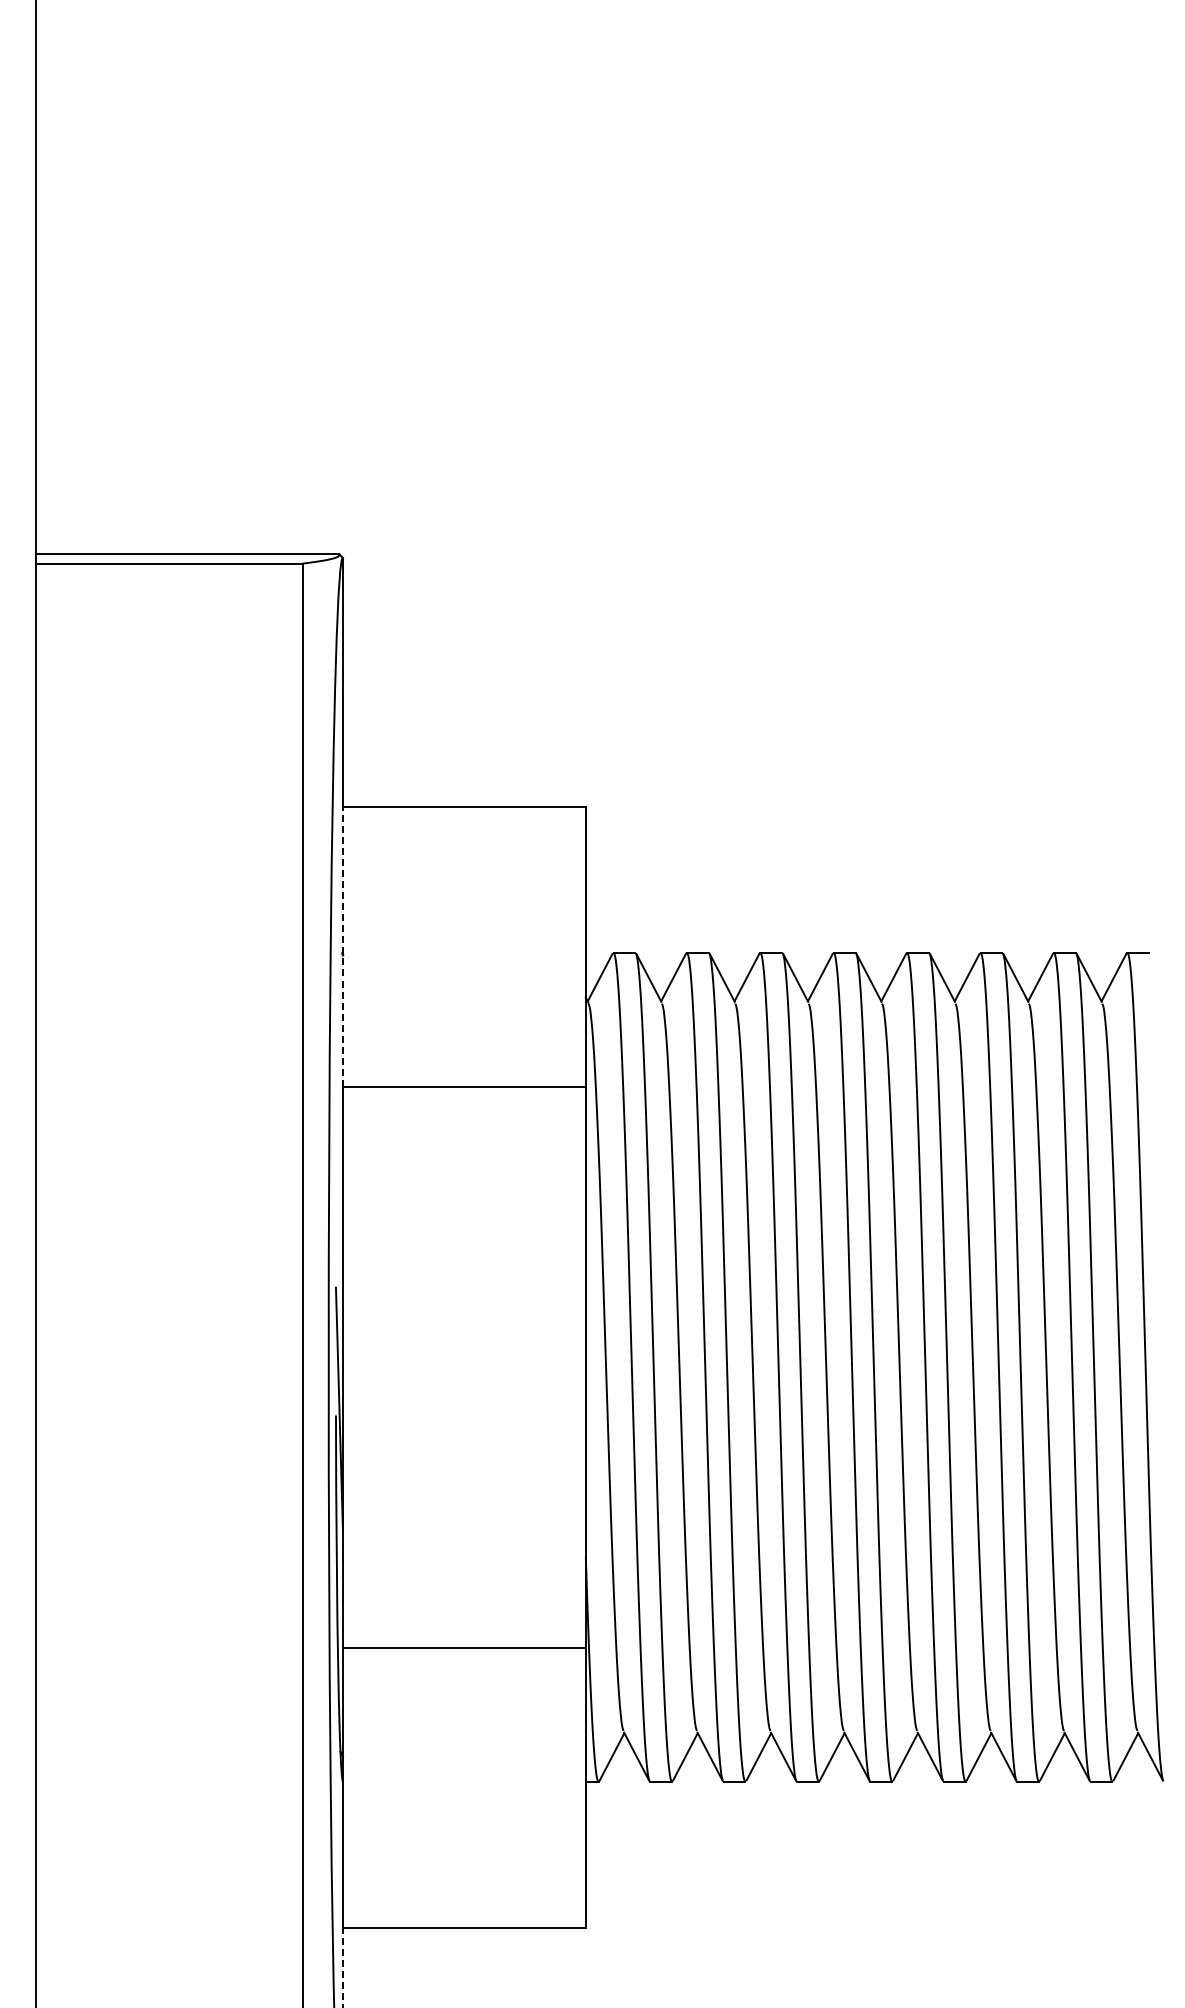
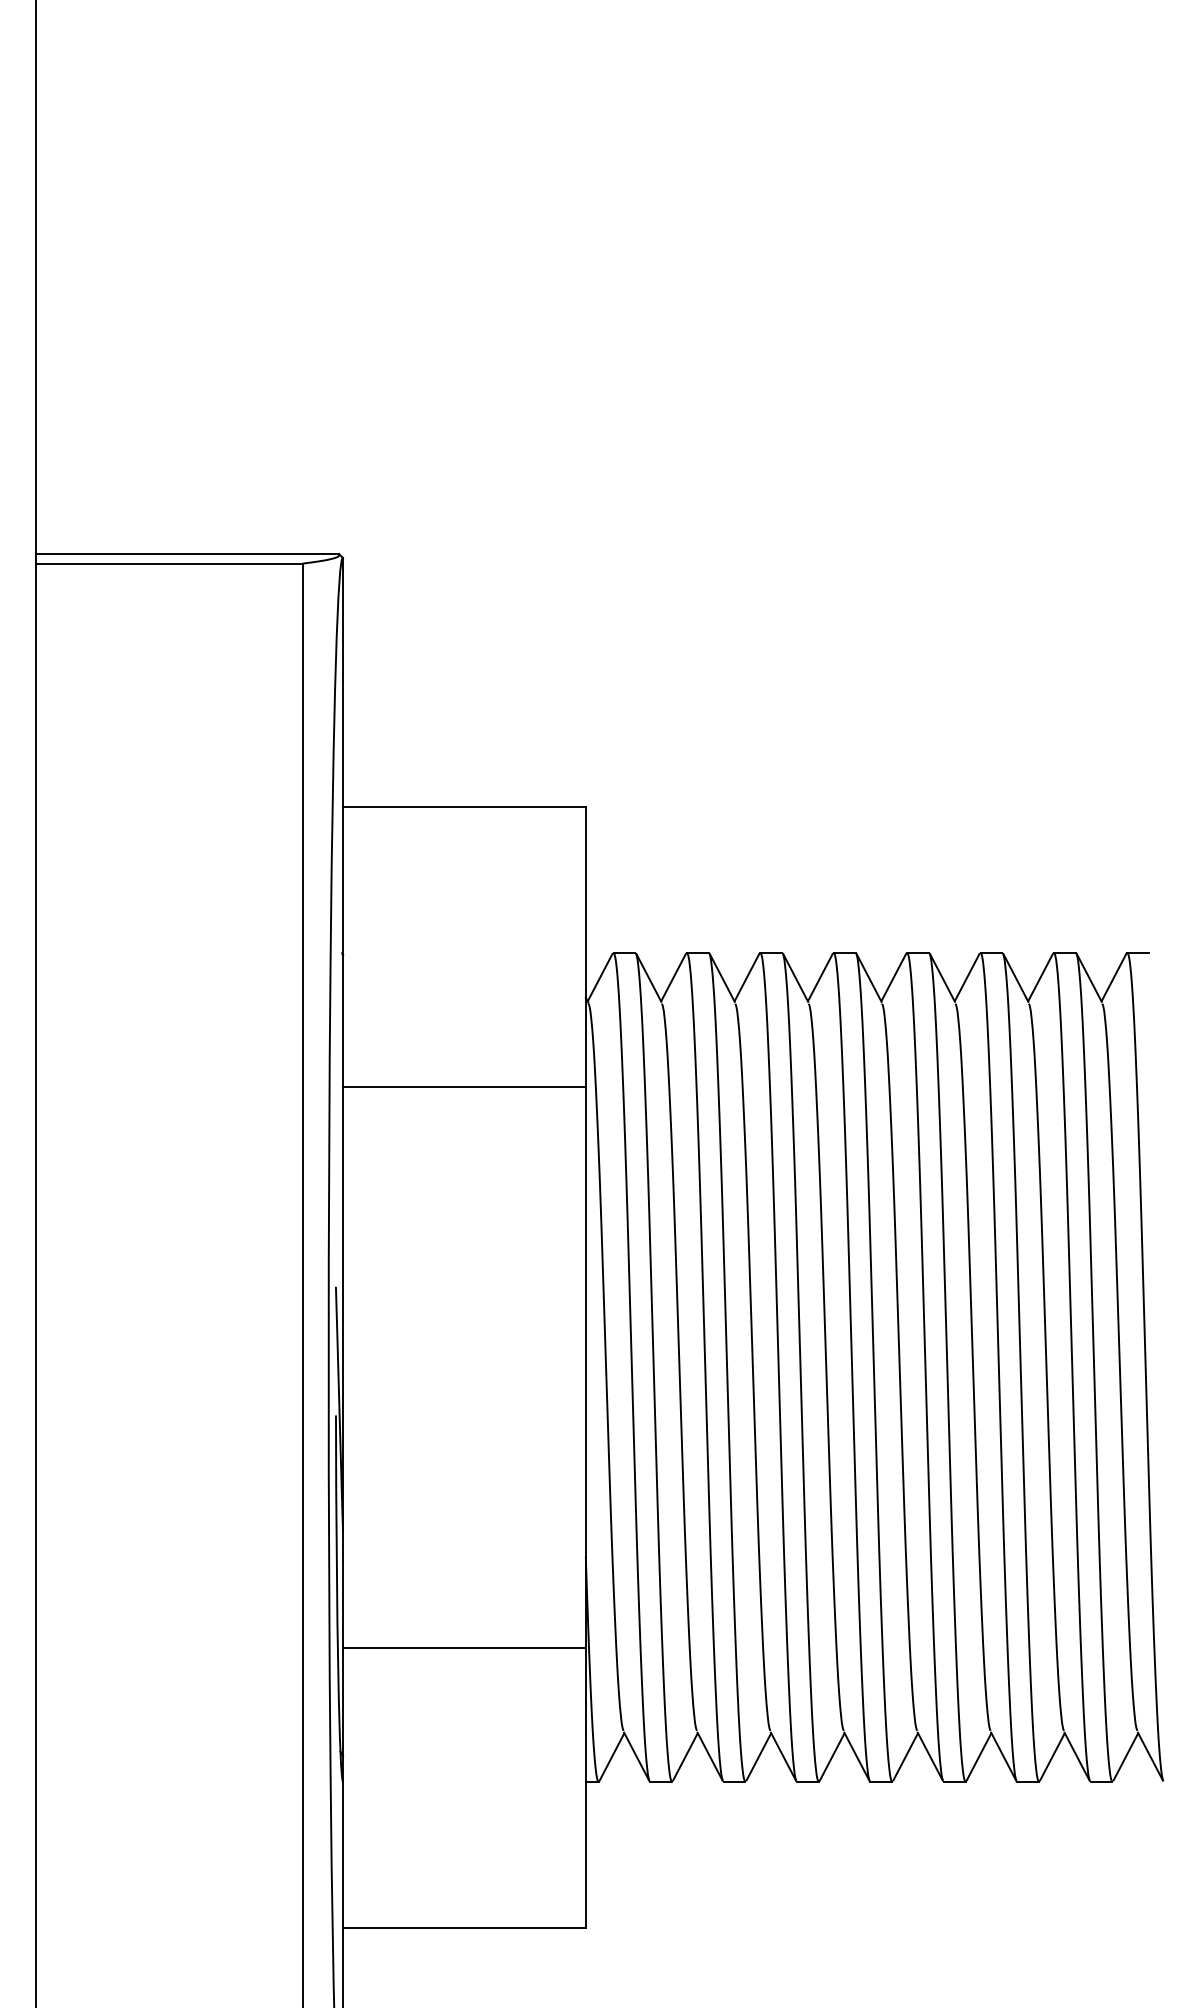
line at (343, 946): dashed -> solid
line at (343, 1967): dashed -> solid
